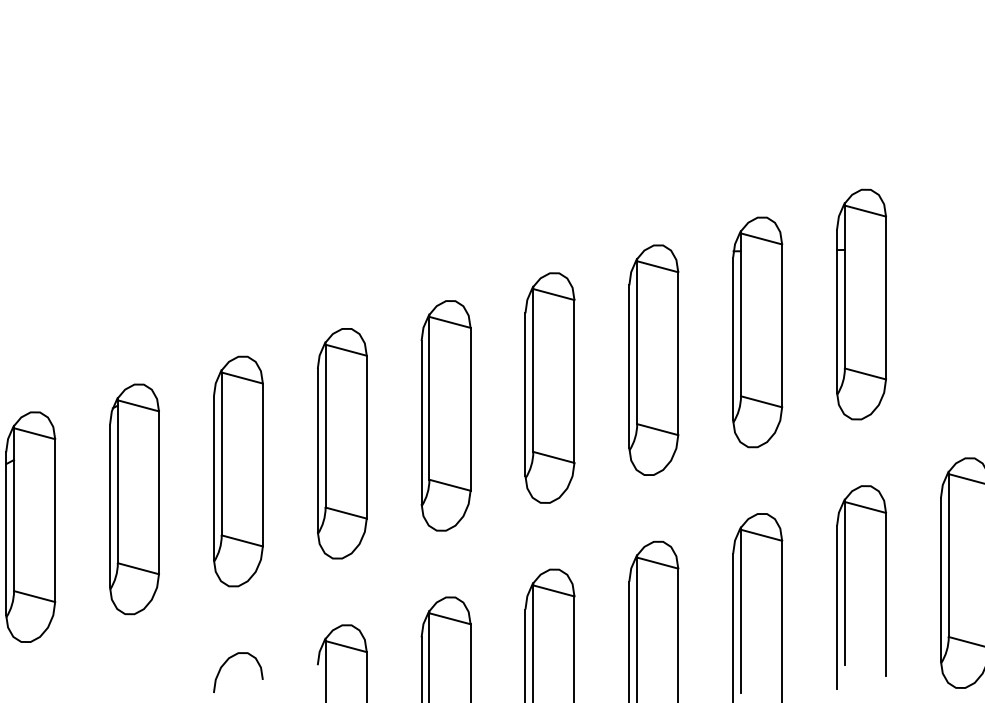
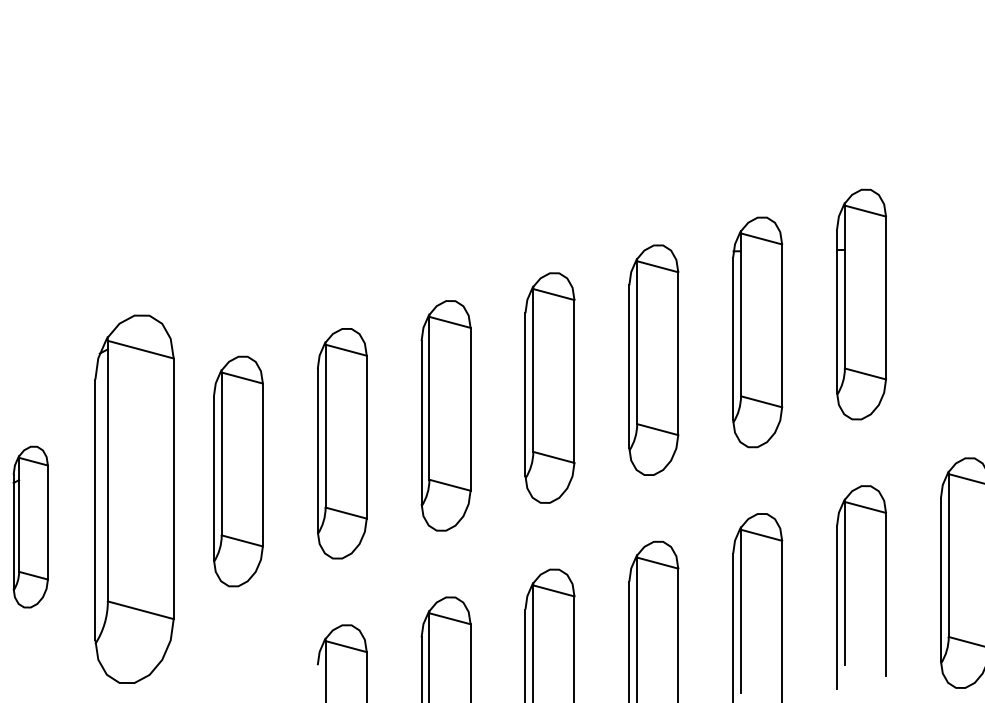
part at (134, 499) size: 51x233 px -> 81x370 px
part at (30, 526) size: 52x232 px -> 37x164 px
curve at (227, 661): present -> none
